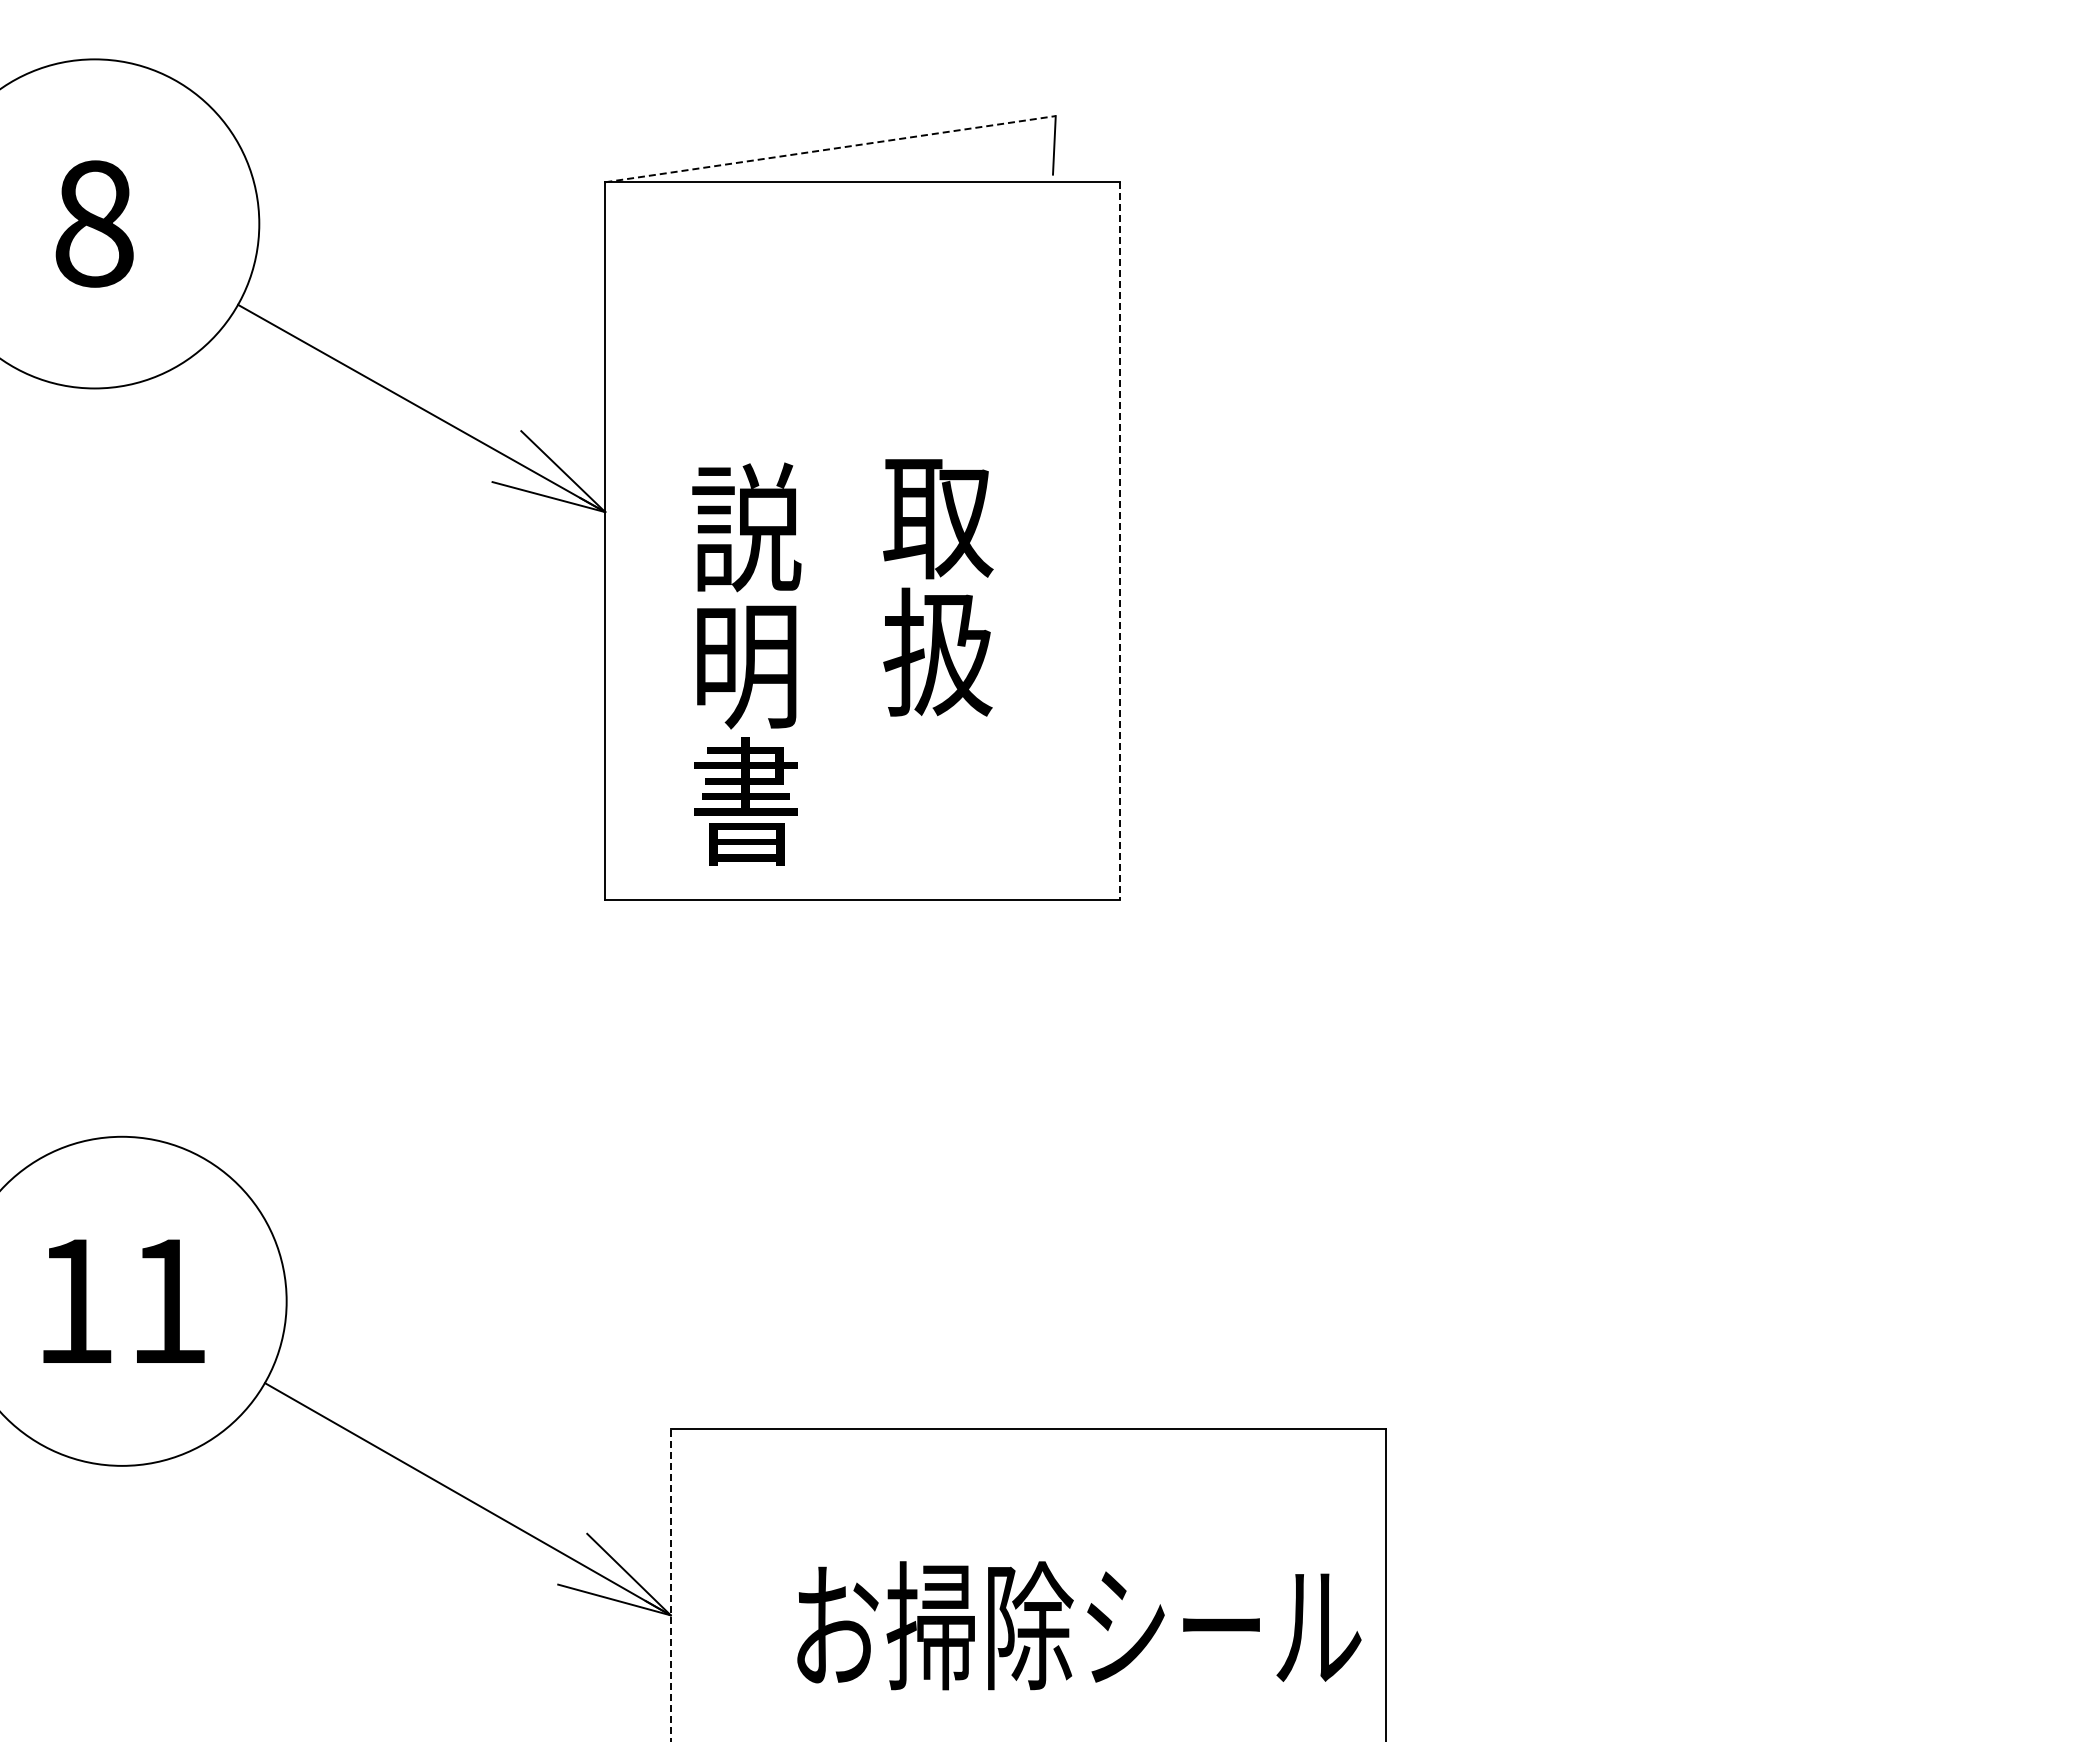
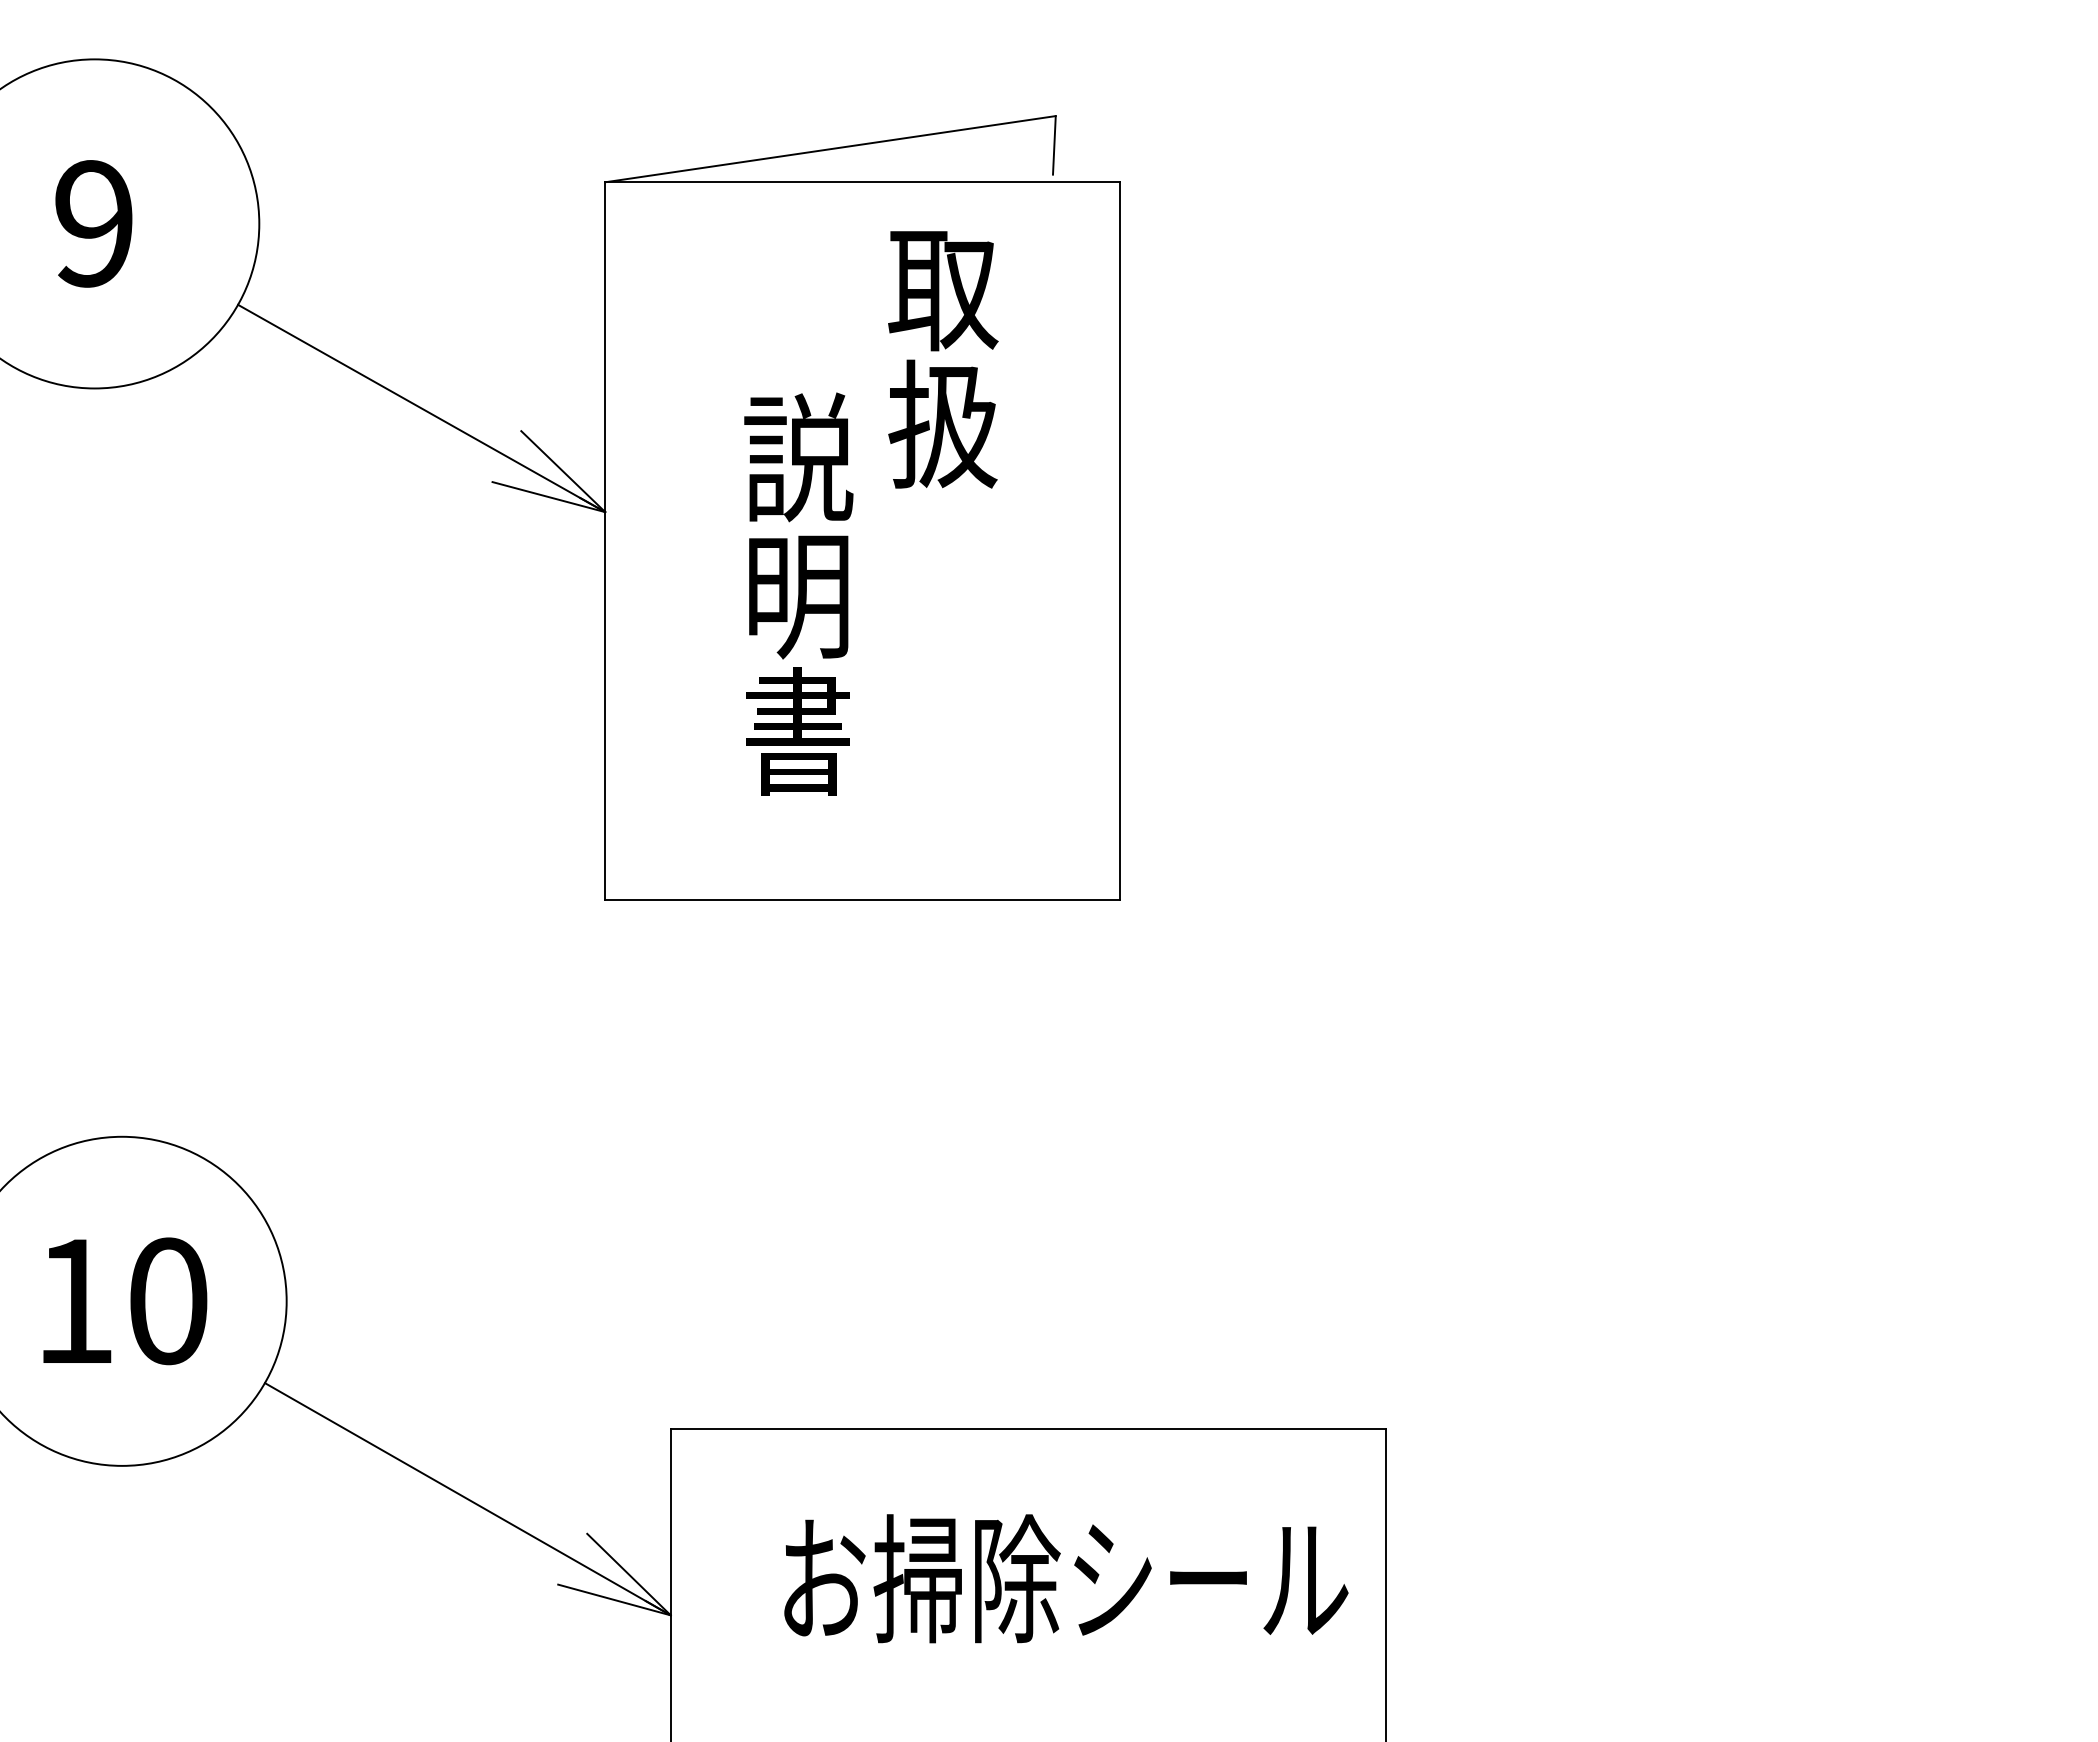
line at (830, 149): dashed -> solid
text at (94, 223): 8 -> 9
line at (1119, 540): dashed -> solid
text at (938, 587) position: (938, 587) -> (943, 359)
text at (746, 663) position: (746, 663) -> (798, 593)
text at (168, 1301): 11 -> 10
line at (670, 1584): dashed -> solid
text at (1079, 1625) position: (1079, 1625) -> (1066, 1578)
